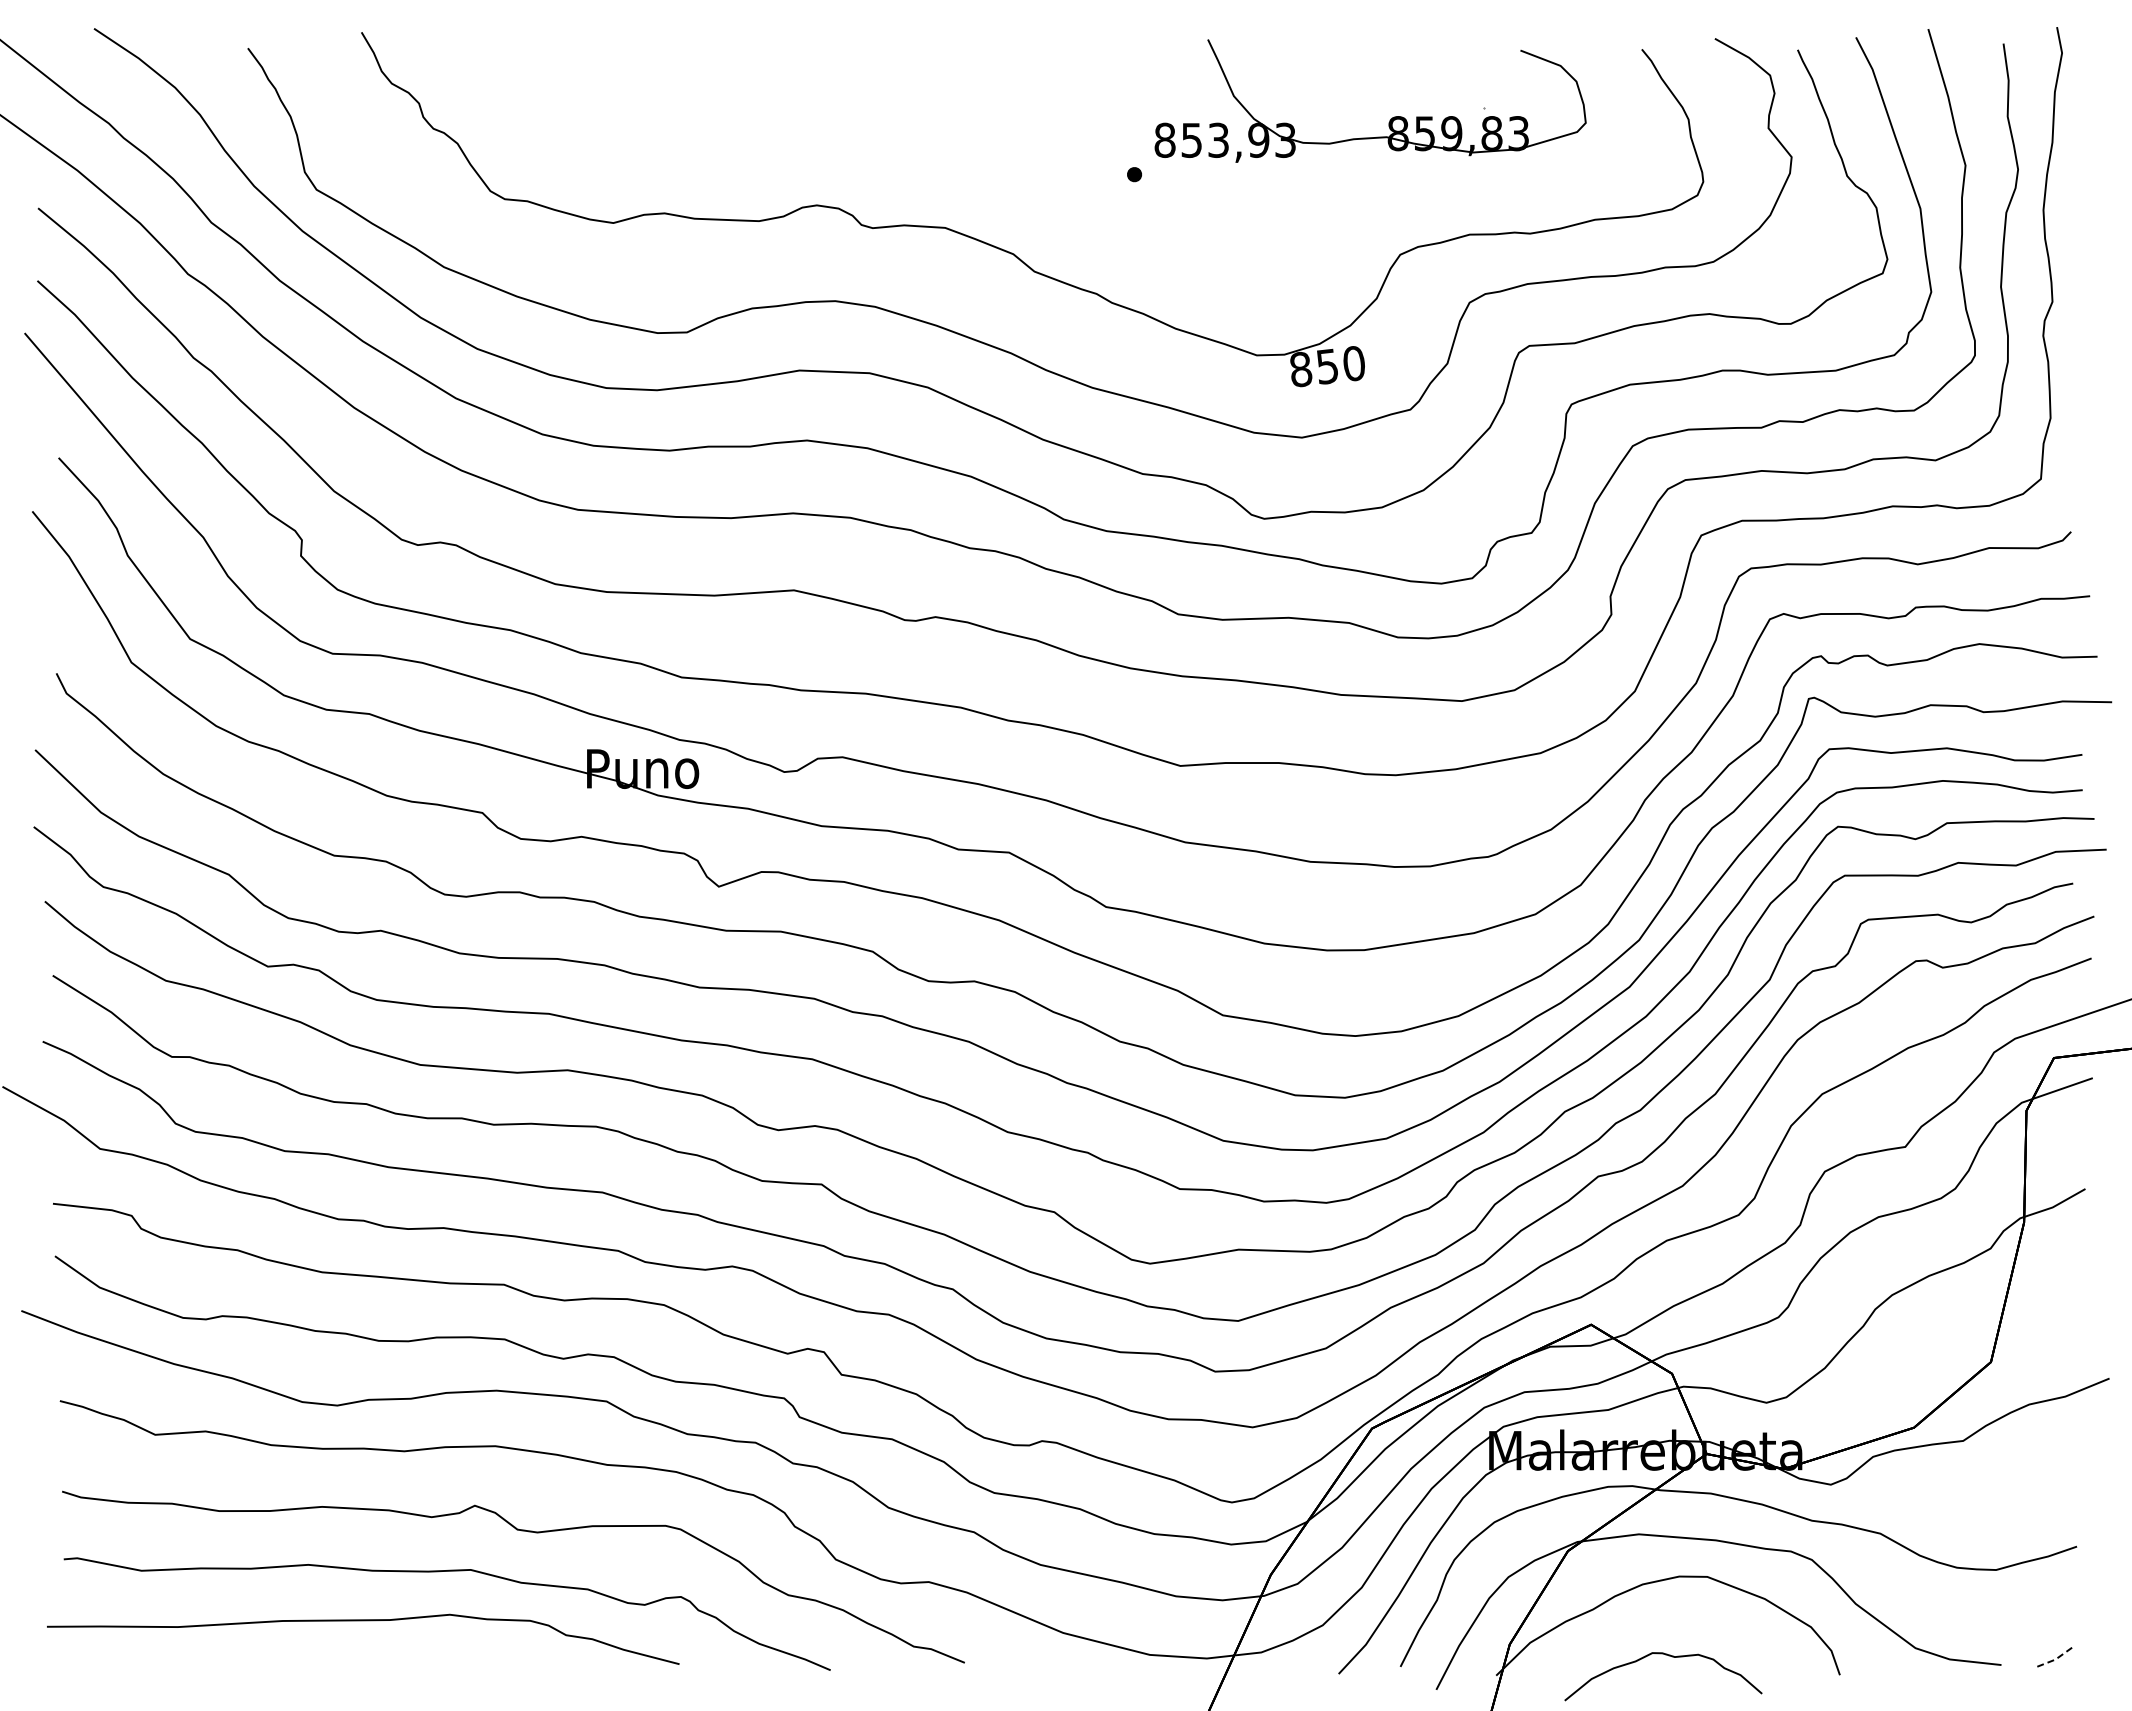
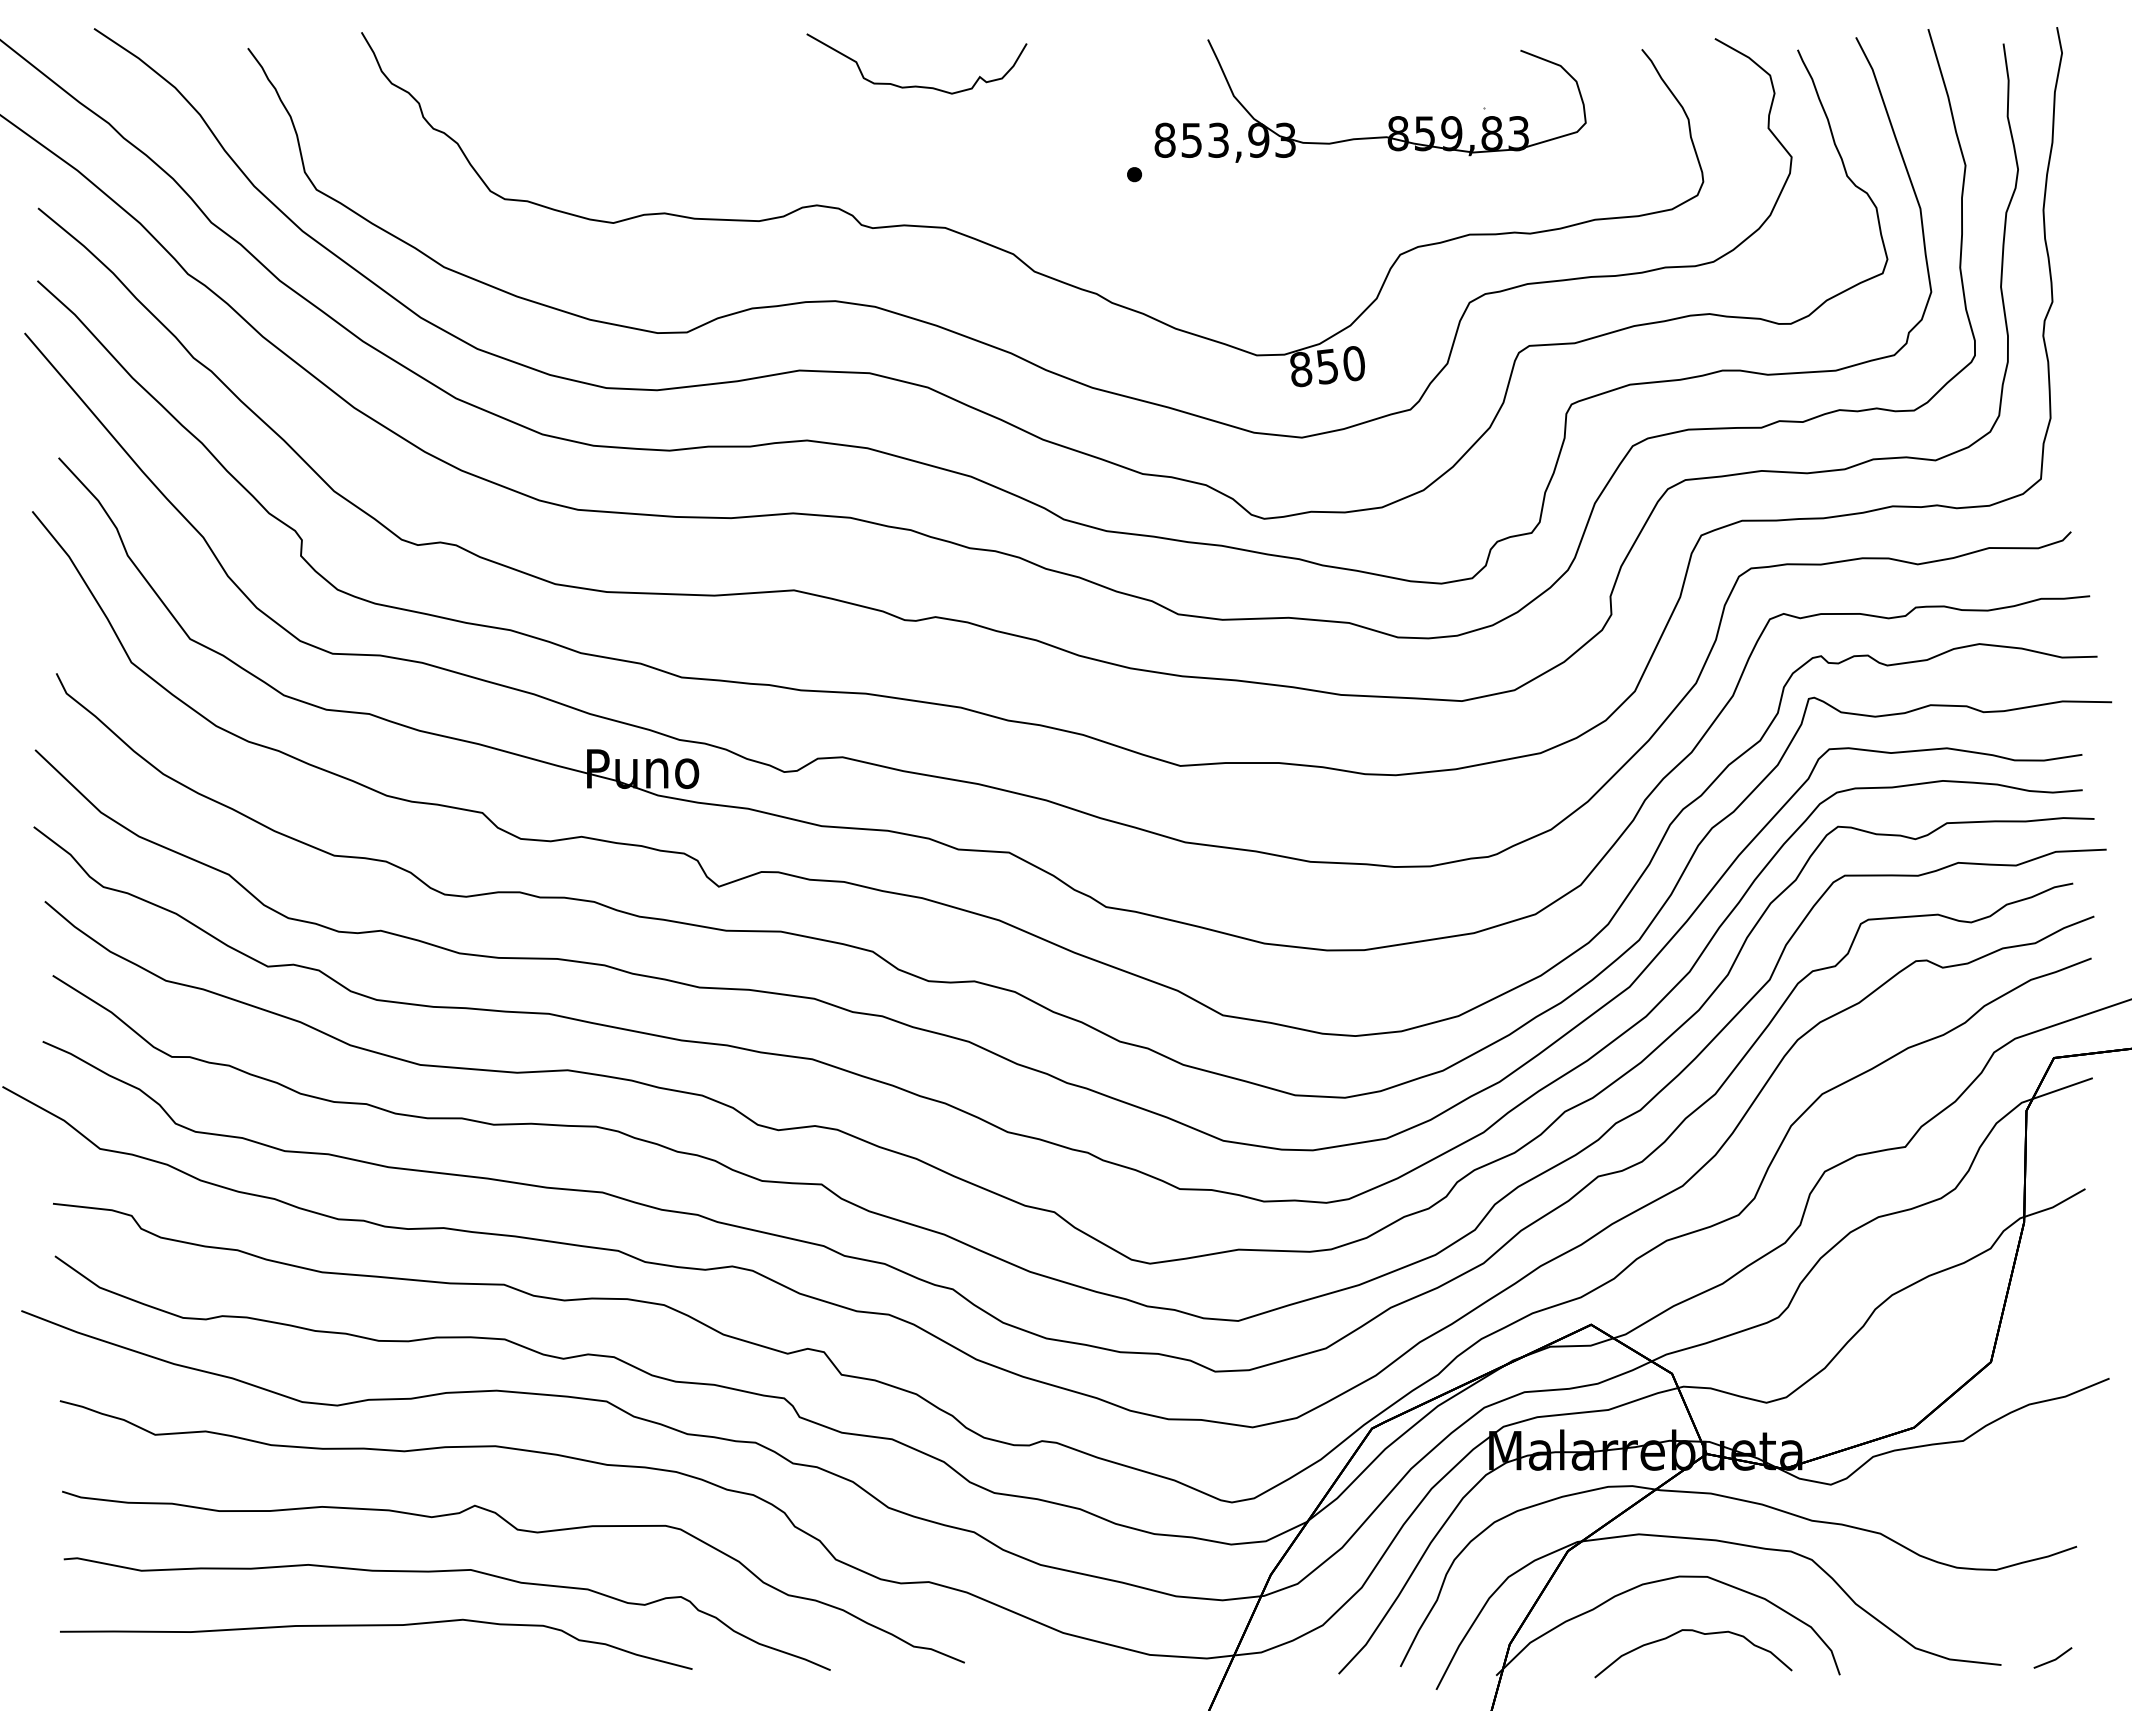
curve at (916, 85): none -> present
curve at (363, 1621) position: (363, 1621) -> (376, 1626)
curve at (1668, 1656) position: (1668, 1656) -> (1698, 1633)
line at (2054, 1659): dashed -> solid
